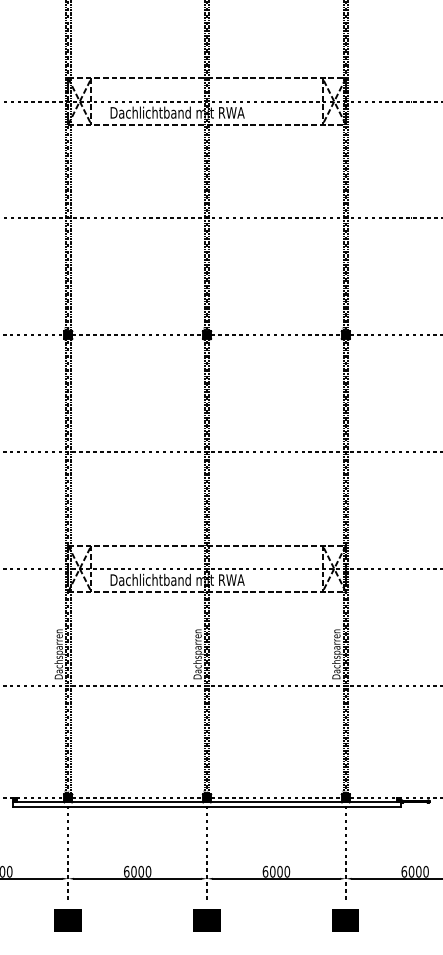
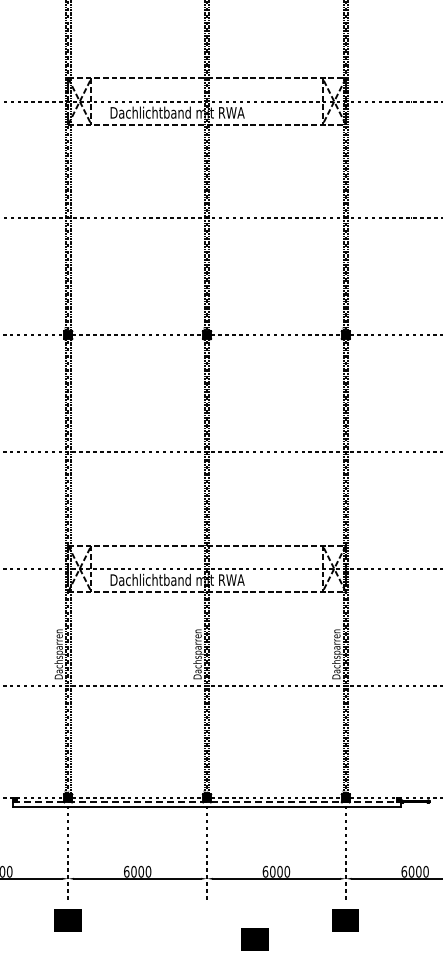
line at (207, 802): solid -> dashed
text at (206, 920) position: (206, 920) -> (254, 939)
